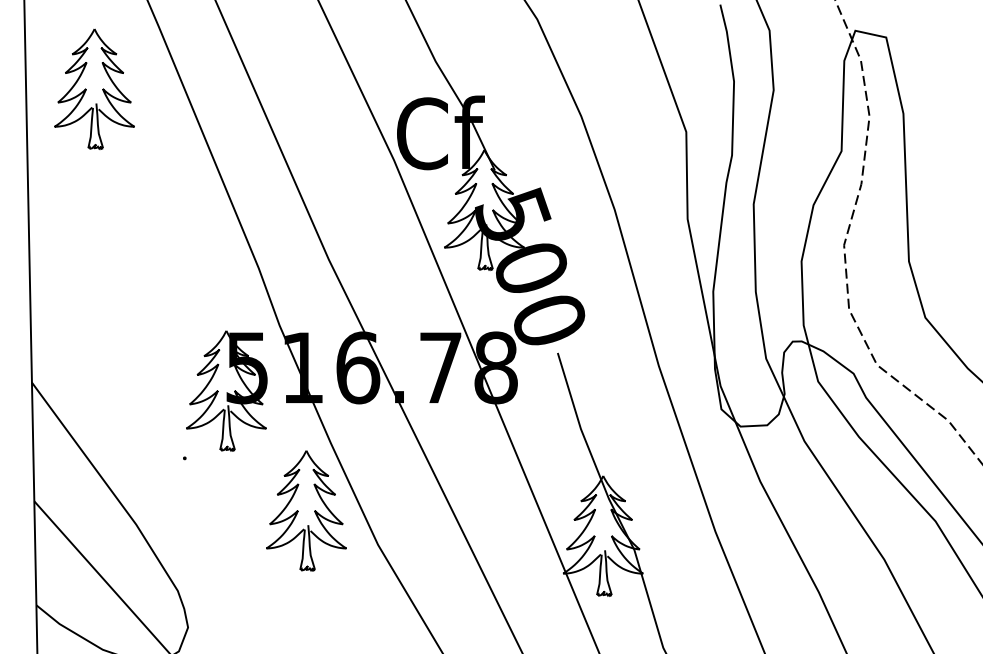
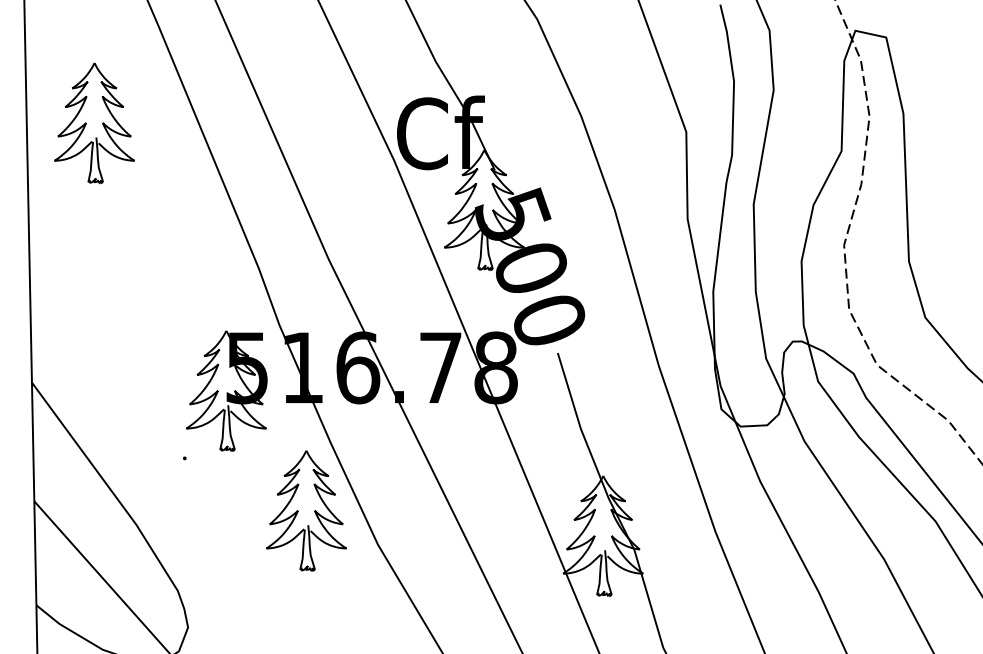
part at (94, 88) position: (94, 88) -> (94, 122)
